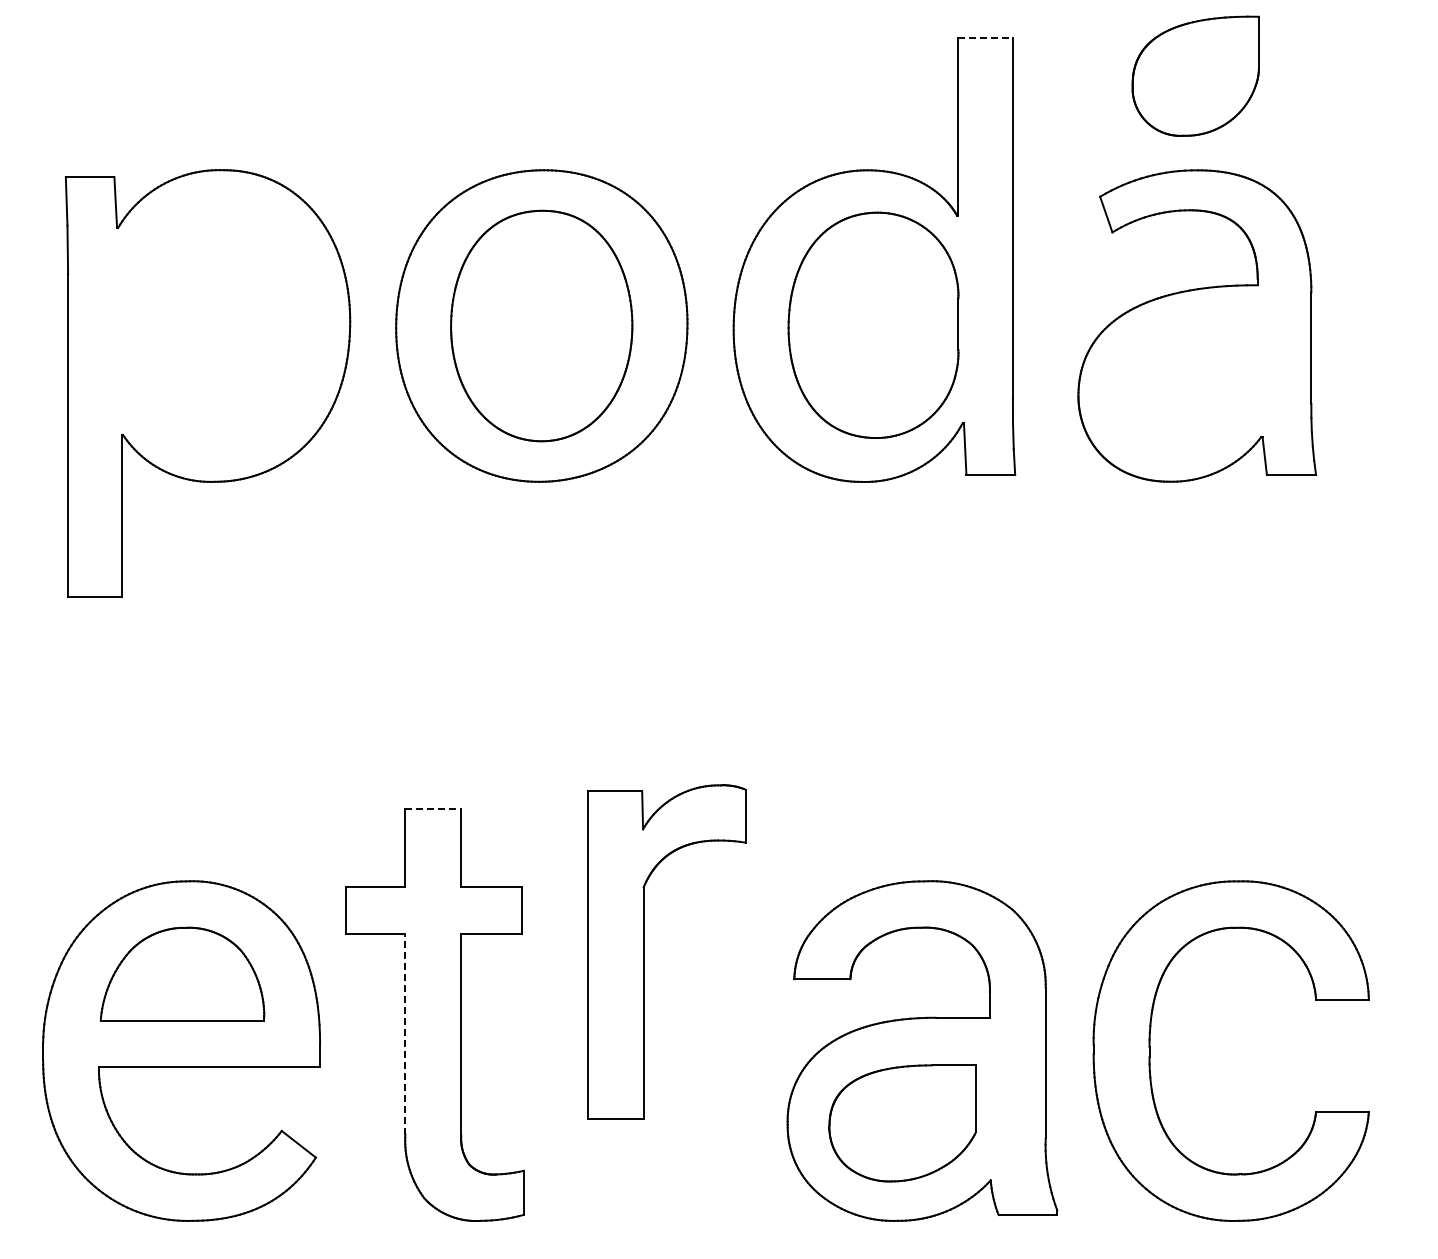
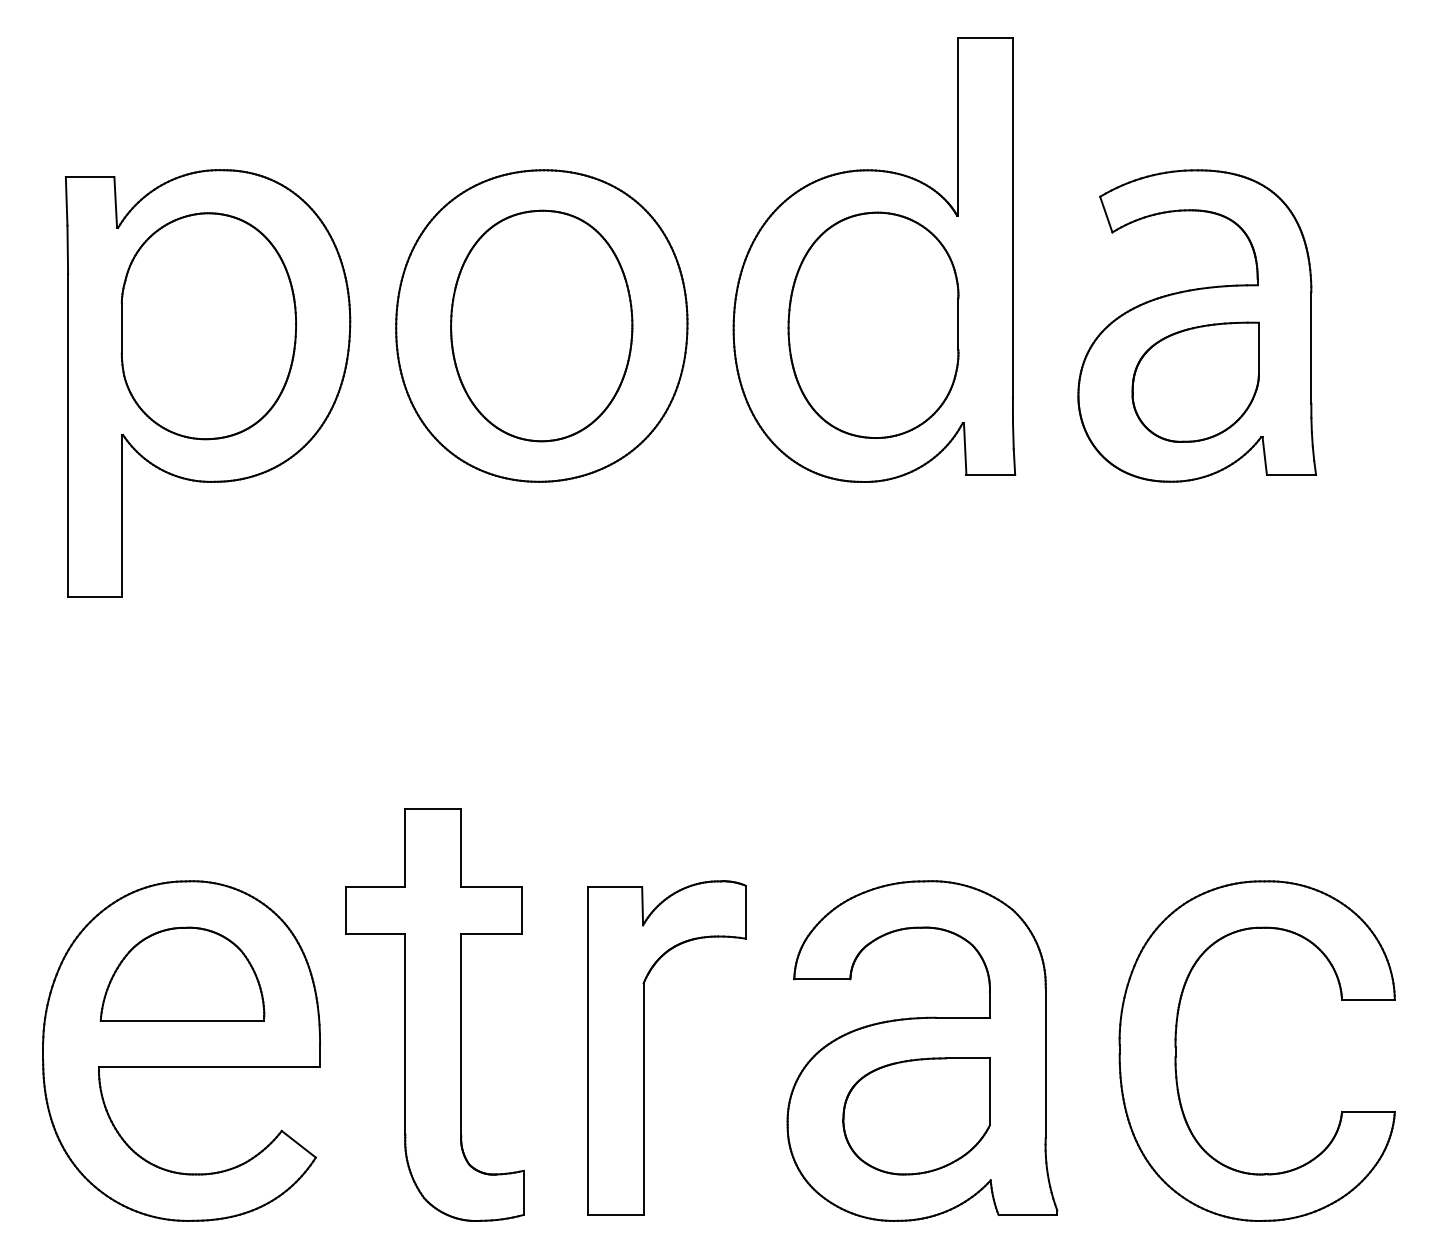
line at (986, 37): dashed -> solid
part at (1195, 75) position: (1195, 75) -> (1195, 381)
part at (208, 326): none -> present
line at (433, 808): dashed -> solid
part at (644, 951) position: (644, 951) -> (644, 1047)
line at (405, 1033): dashed -> solid
part at (1150, 1050) position: (1150, 1050) -> (1176, 1050)
part at (902, 1123) position: (902, 1123) -> (916, 1116)
